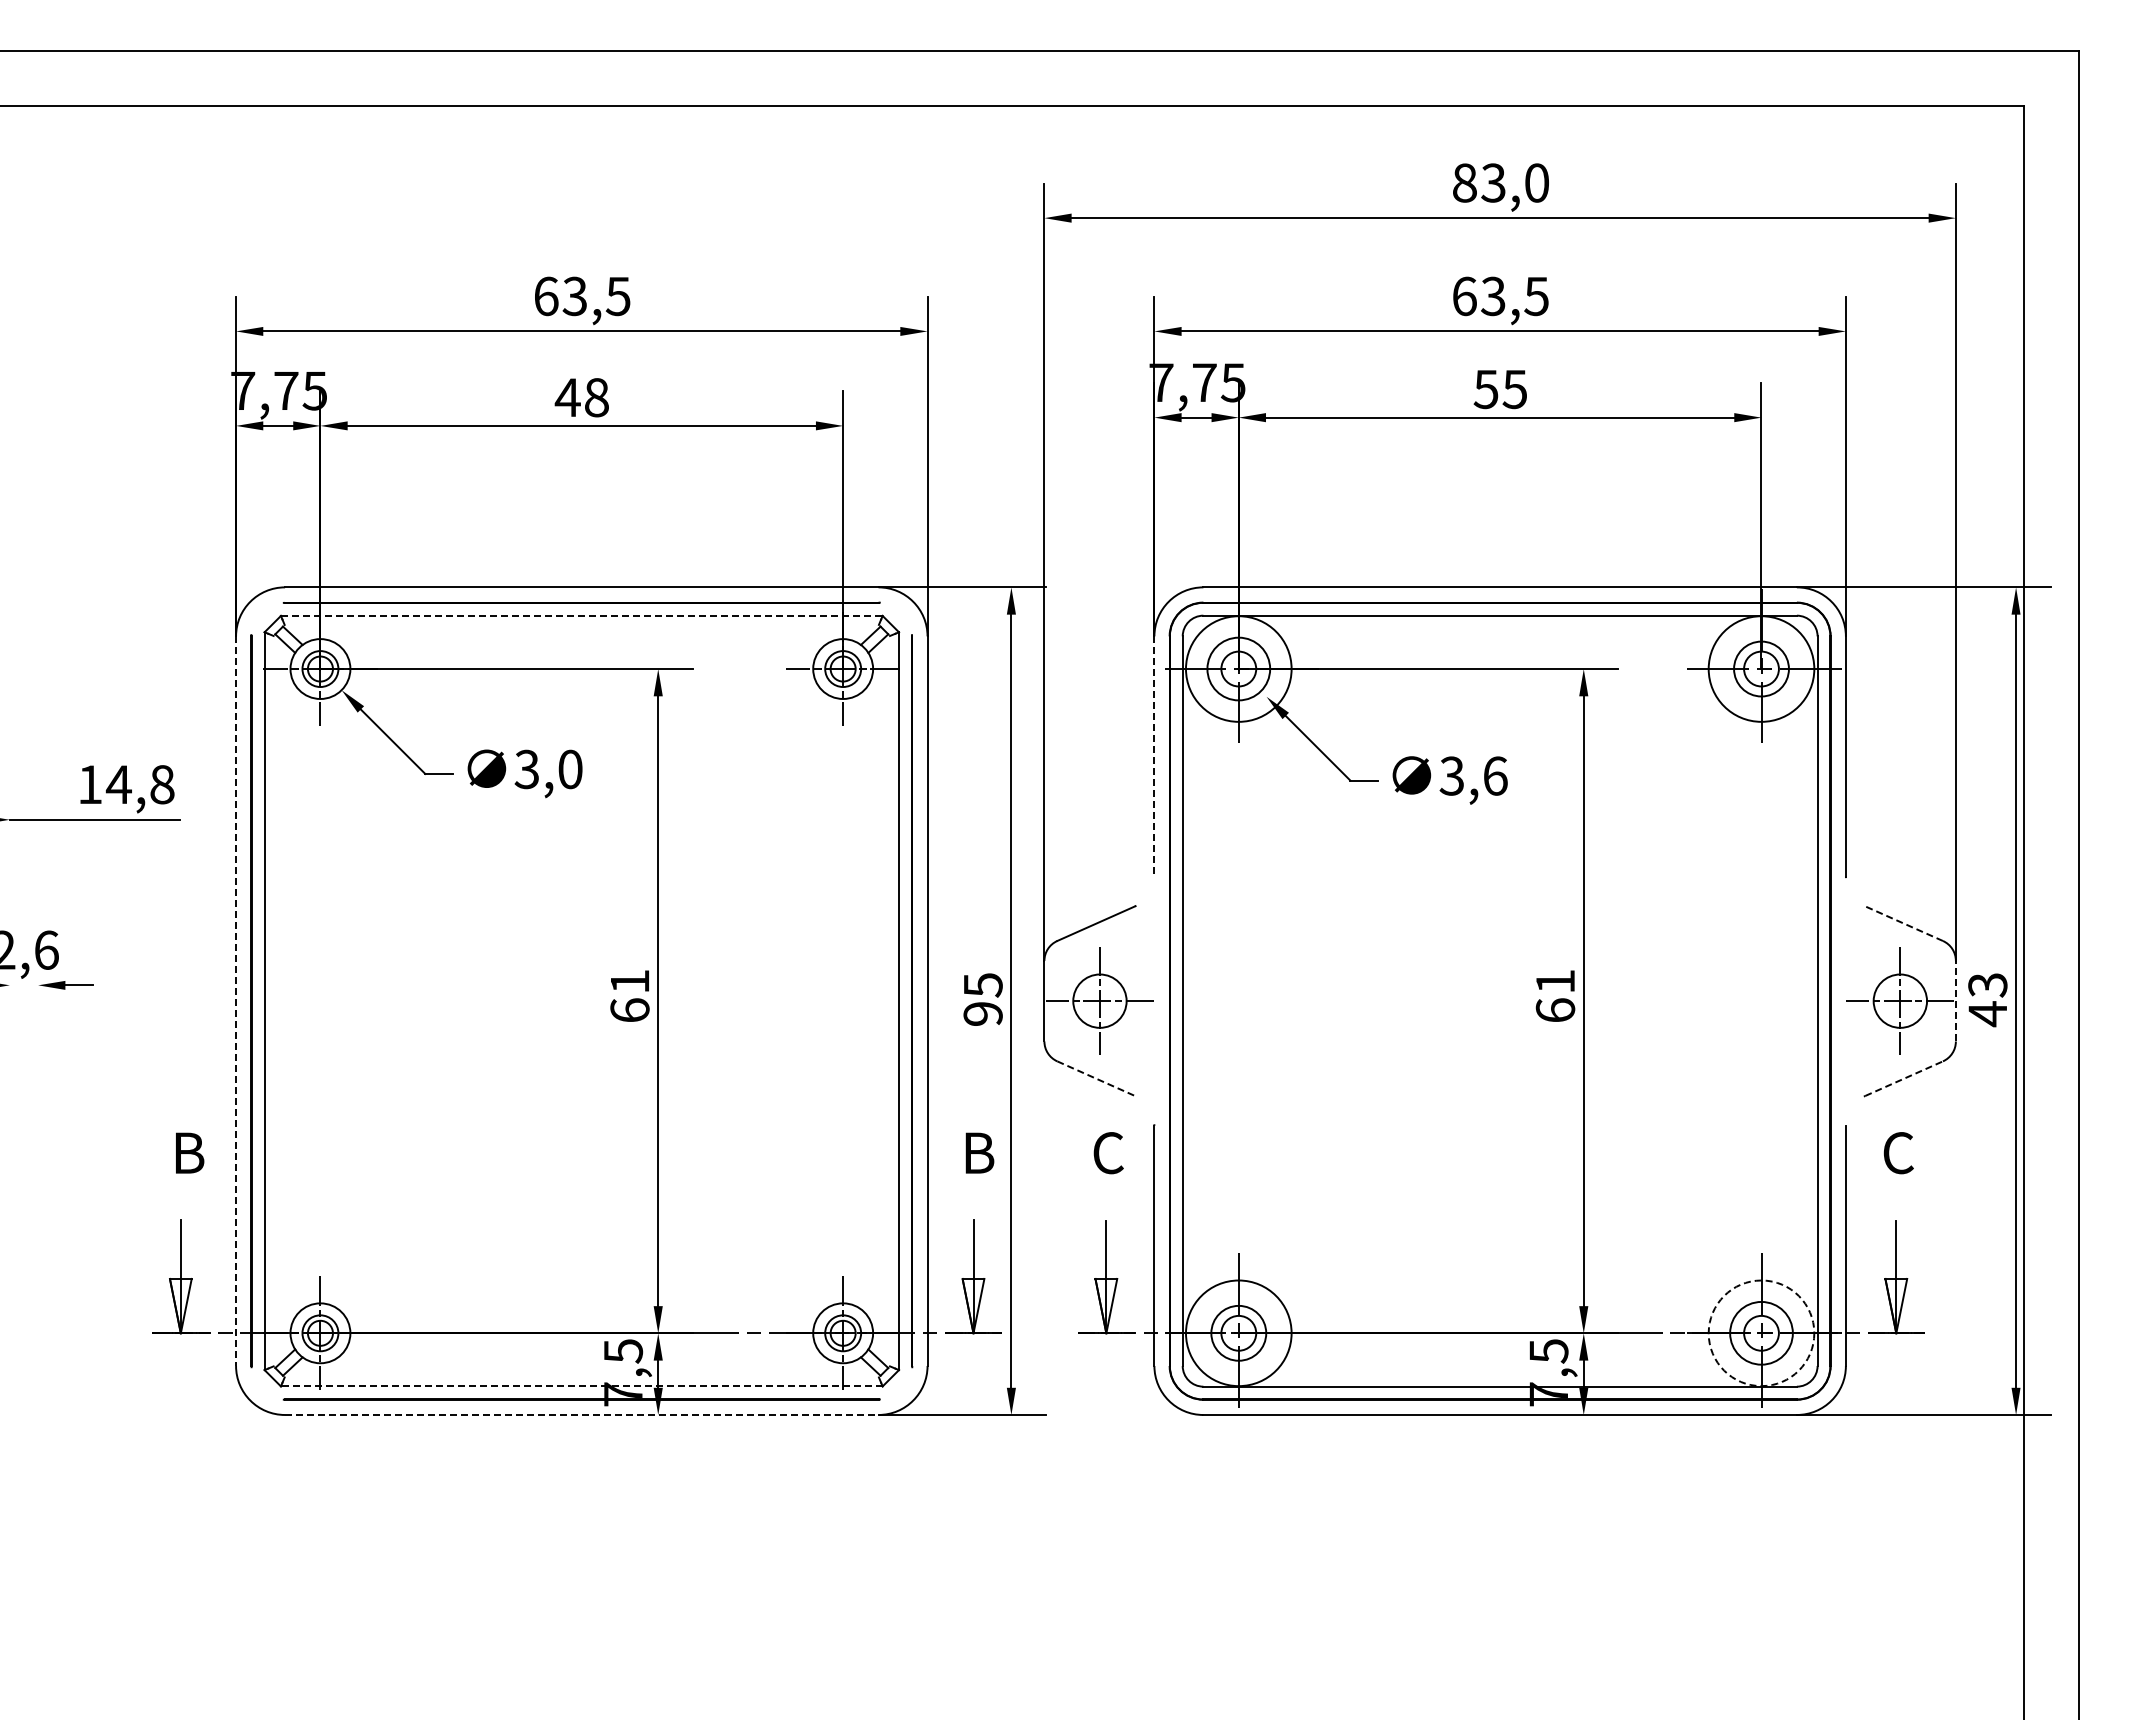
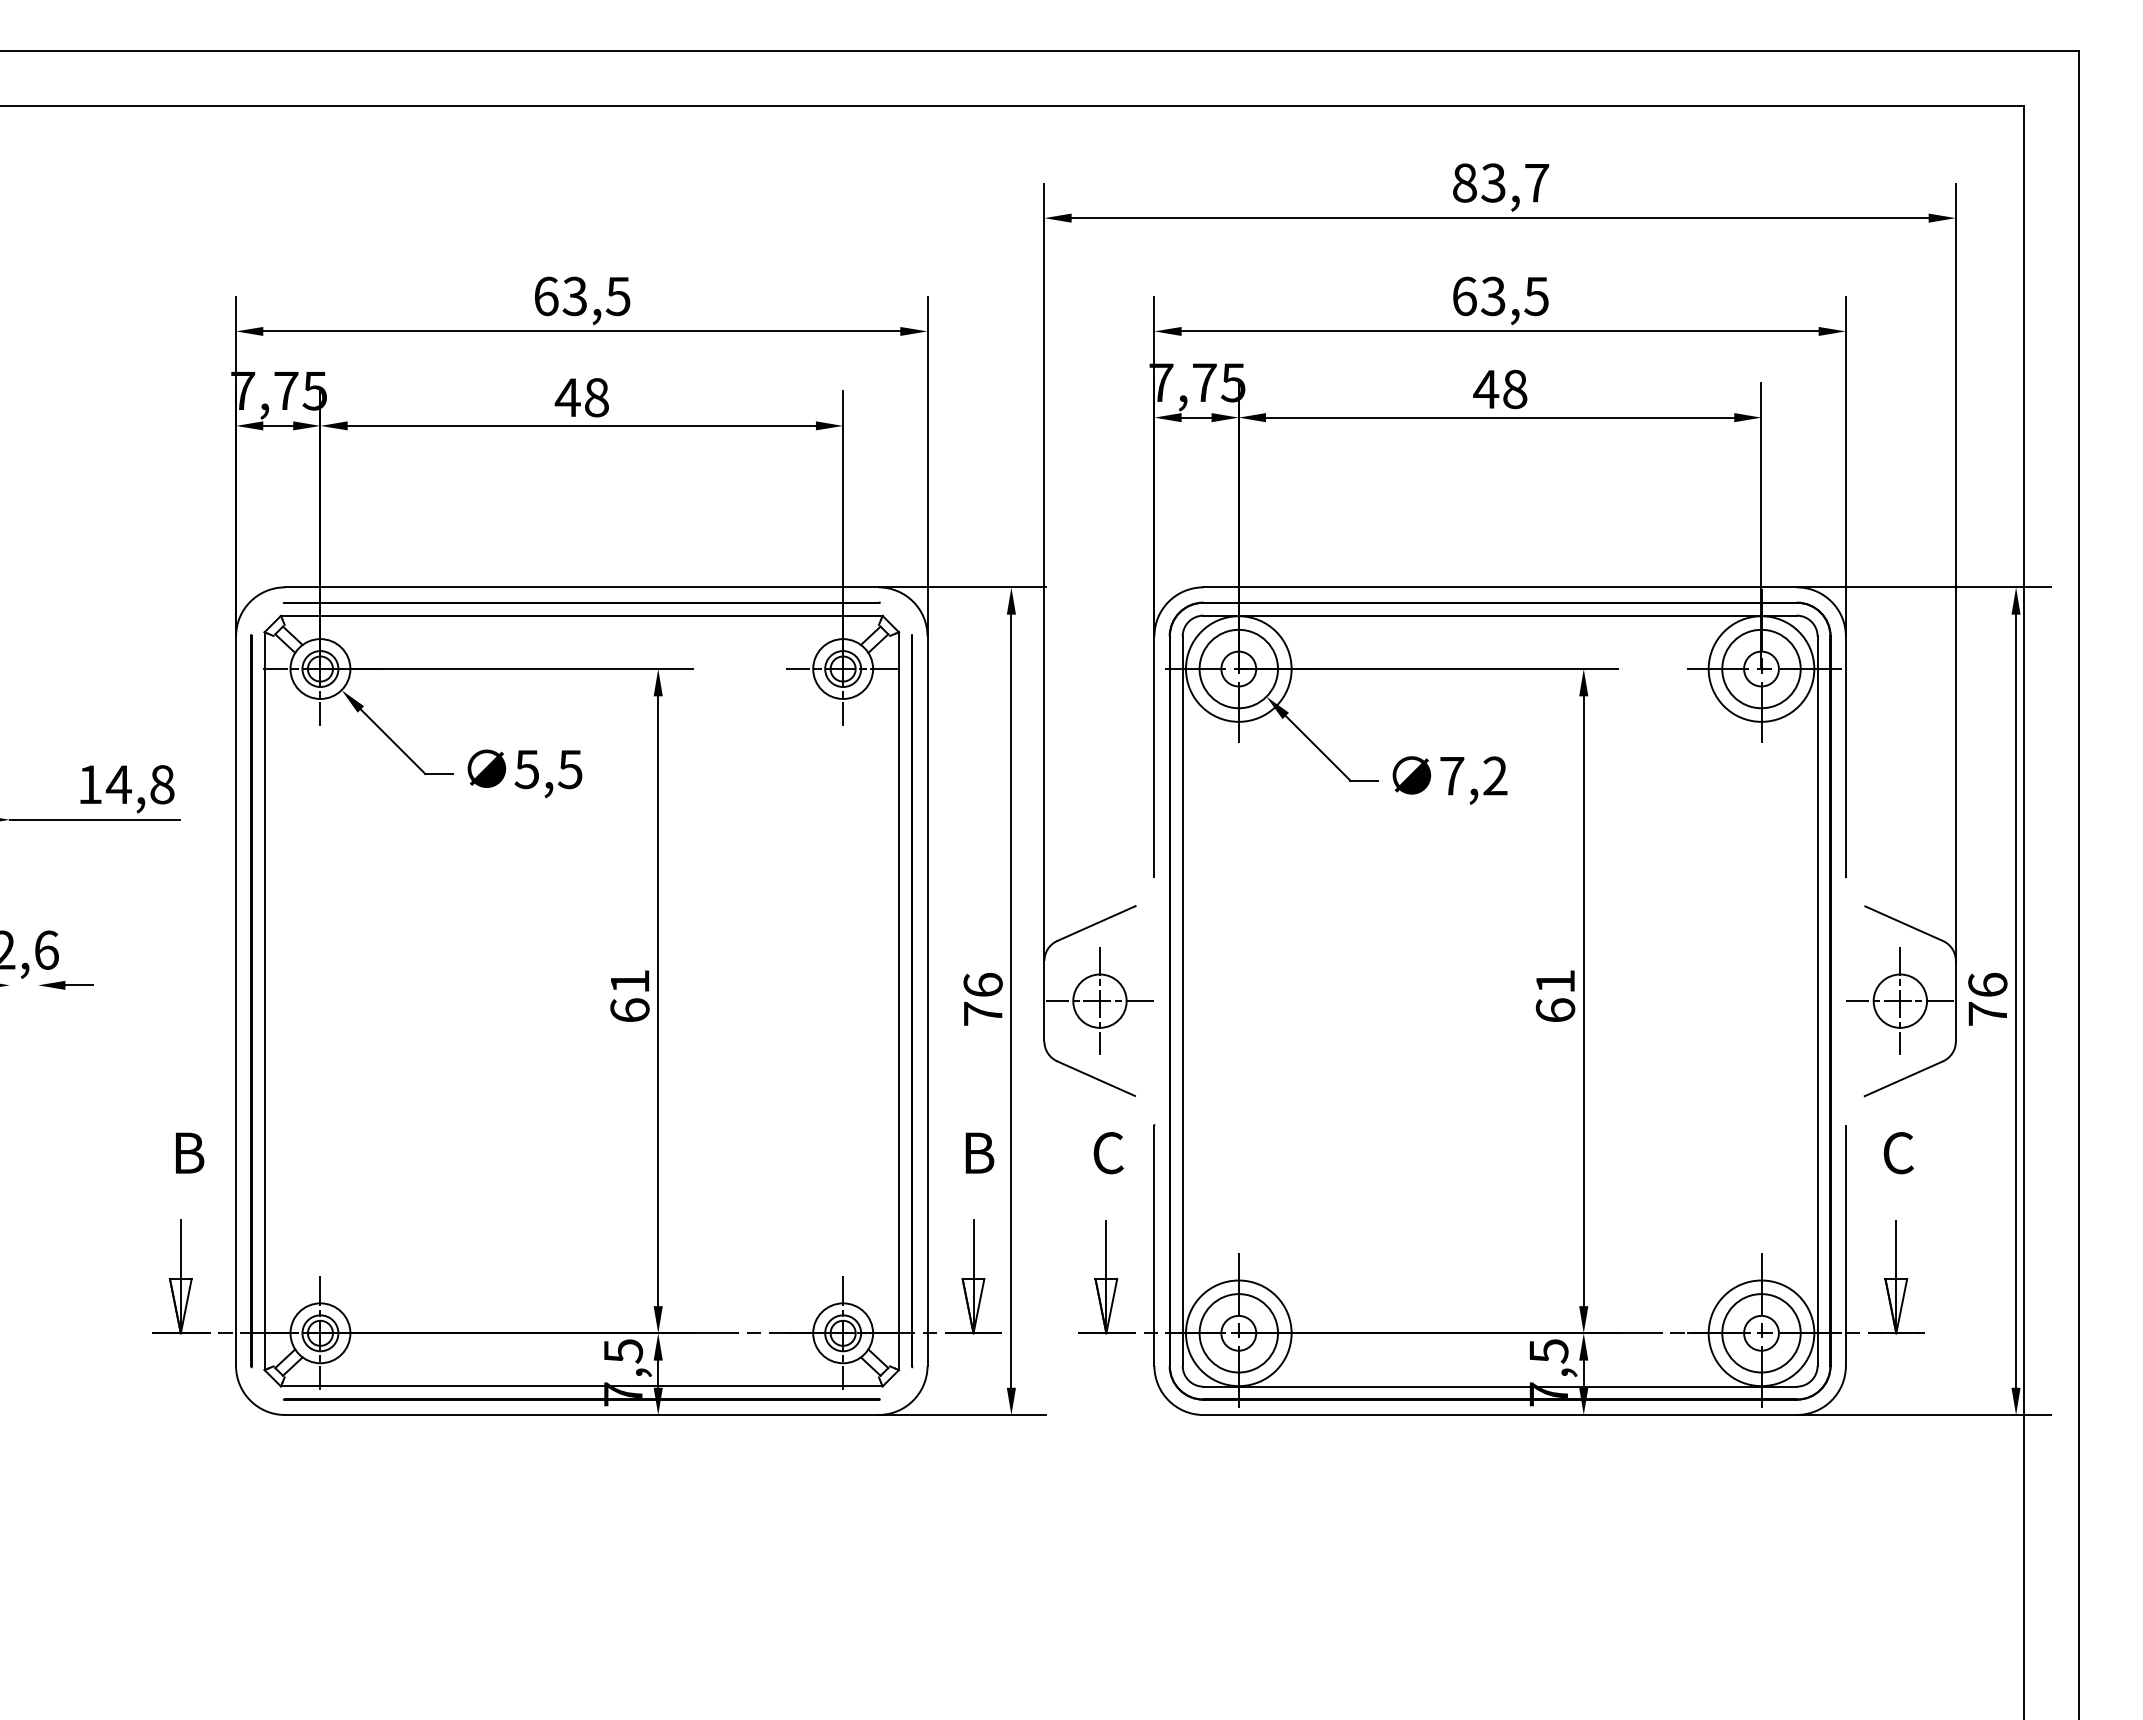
text at (1537, 182): 83,0 -> 83,7
text at (1500, 389): 55 -> 48
line at (581, 615): dashed -> solid
circle at (1238, 668) diameter: 63 px -> 78 px
circle at (1761, 668) diameter: 55 px -> 78 px
line at (1154, 756): dashed -> solid
text at (548, 769): 3,0 -> 5,5
text at (1473, 775): 3,6 -> 7,2
line at (1904, 923): dashed -> solid
text at (982, 998): 95 -> 76
text at (1987, 999): 43 -> 76
line at (1955, 1000): dashed -> solid
line at (236, 1001): dashed -> solid
line at (1096, 1078): dashed -> solid
line at (1904, 1078): dashed -> solid
circle at (1238, 1332) diameter: 55 px -> 78 px
circle at (1761, 1332) diameter: 63 px -> 78 px
circle at (1761, 1333): dashed -> solid
line at (581, 1386): dashed -> solid
line at (581, 1414): dashed -> solid
